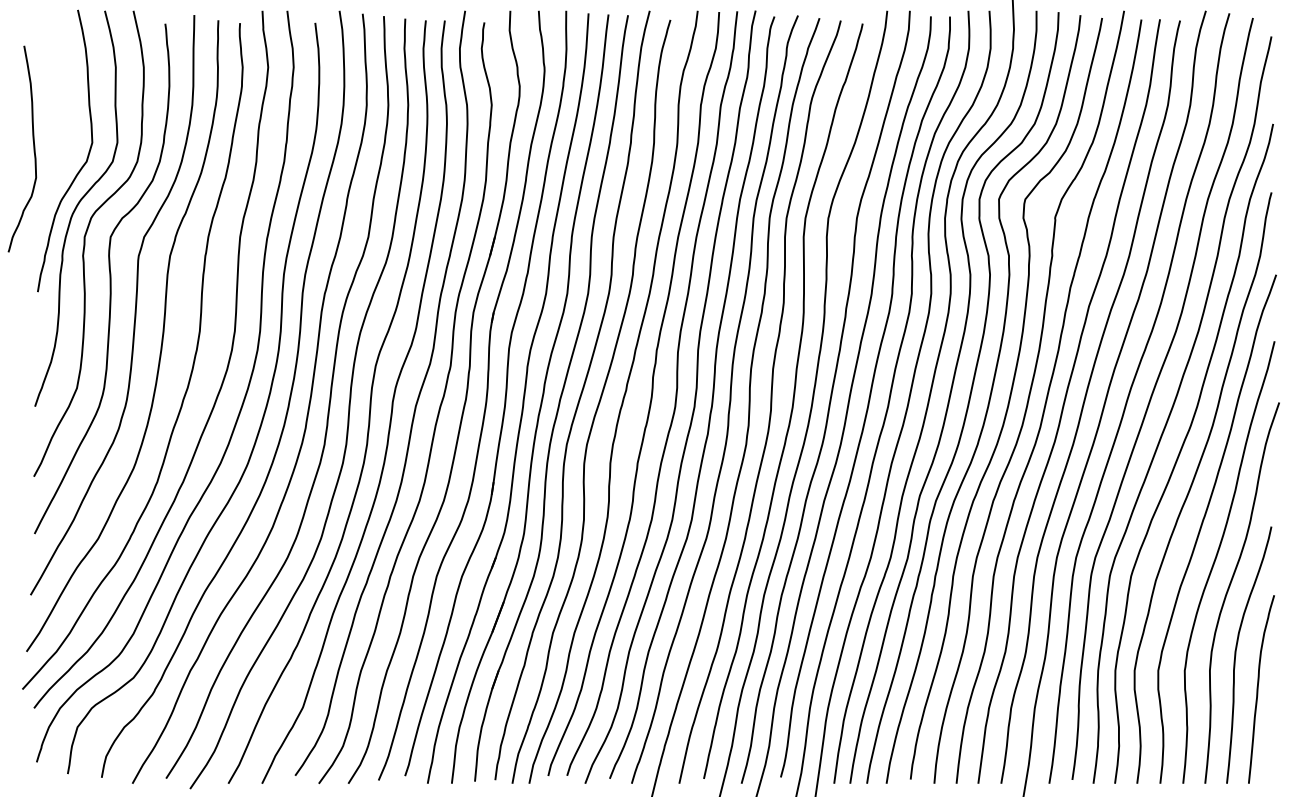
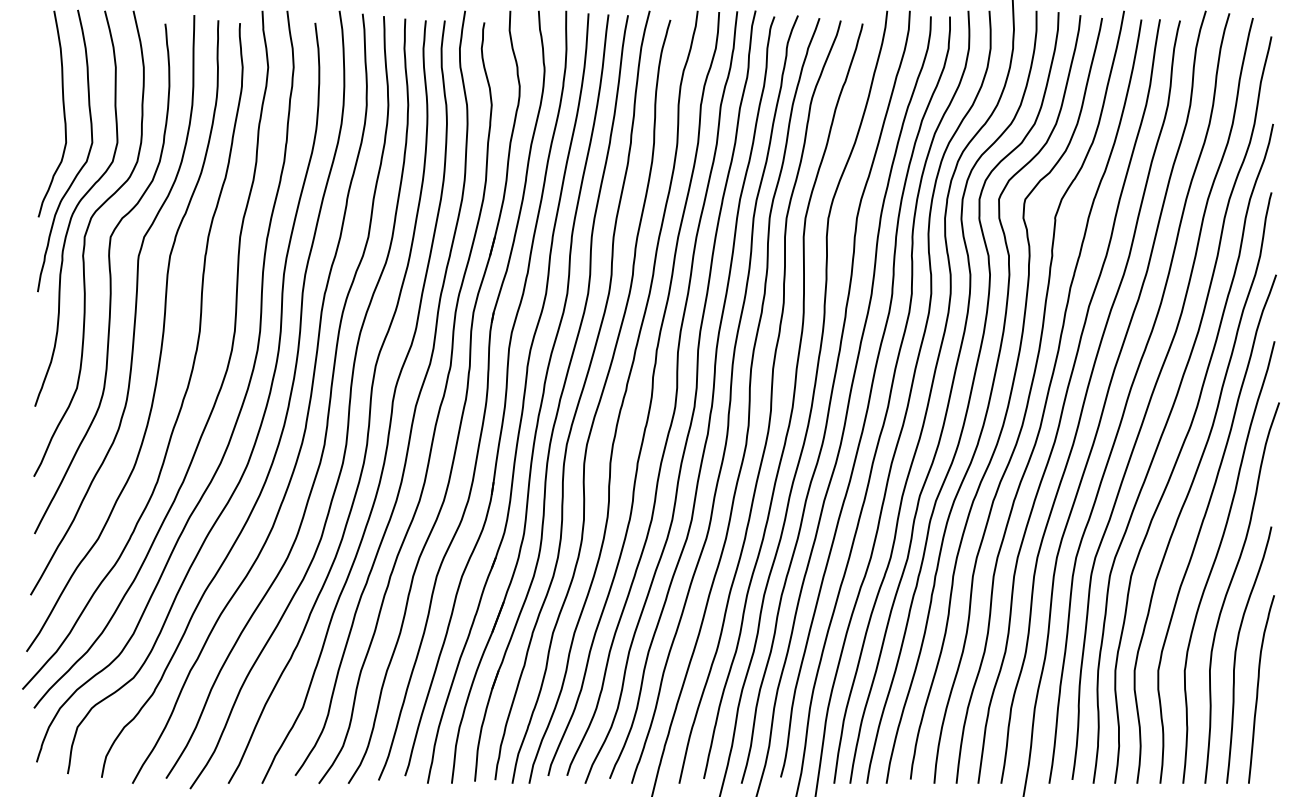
curve at (33, 148) position: (33, 148) -> (63, 113)
